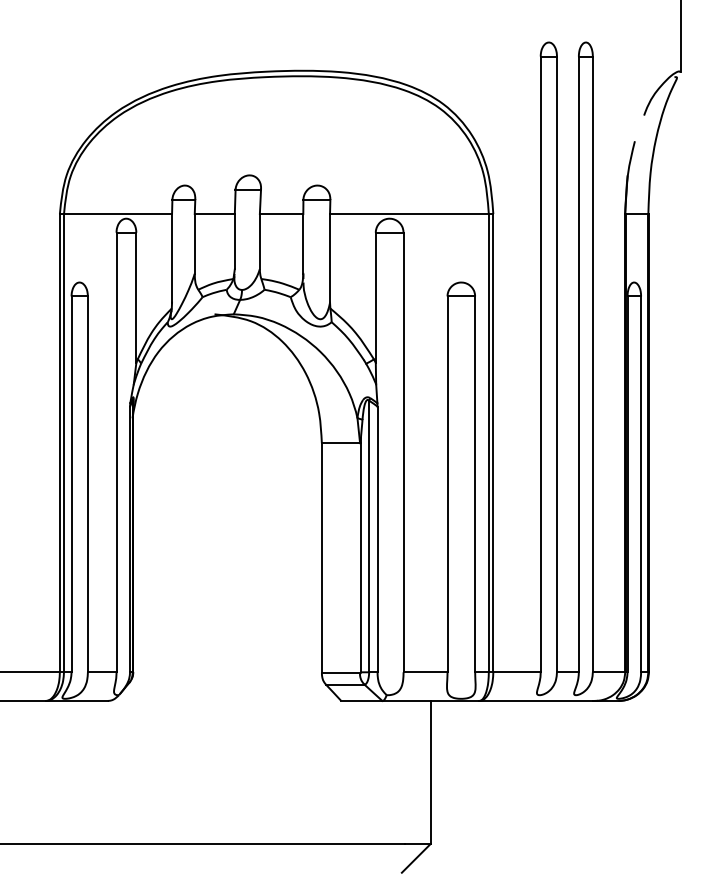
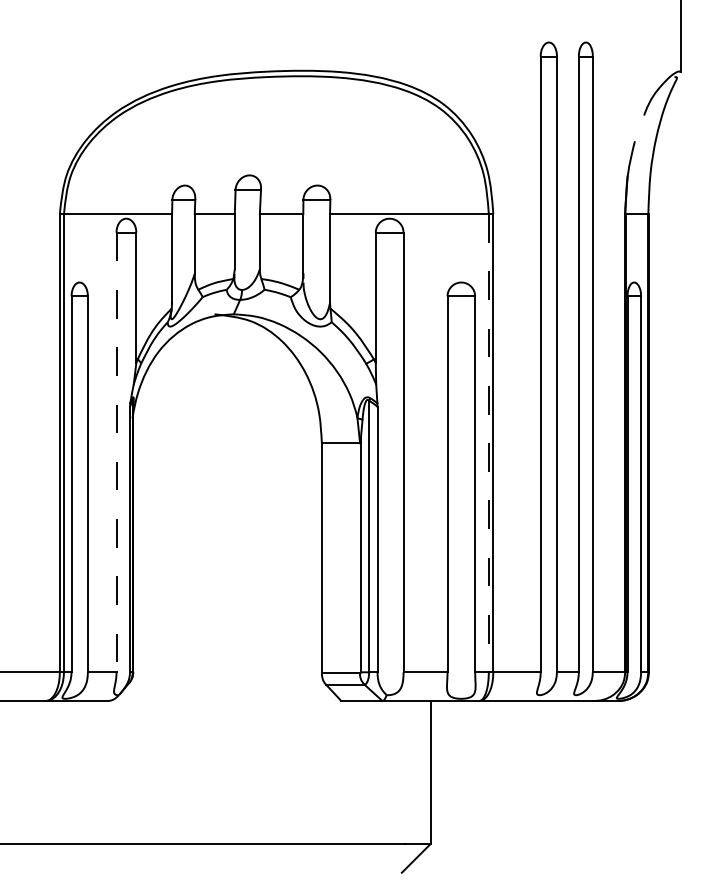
line at (488, 443): solid -> dashed
line at (116, 452): solid -> dashed
